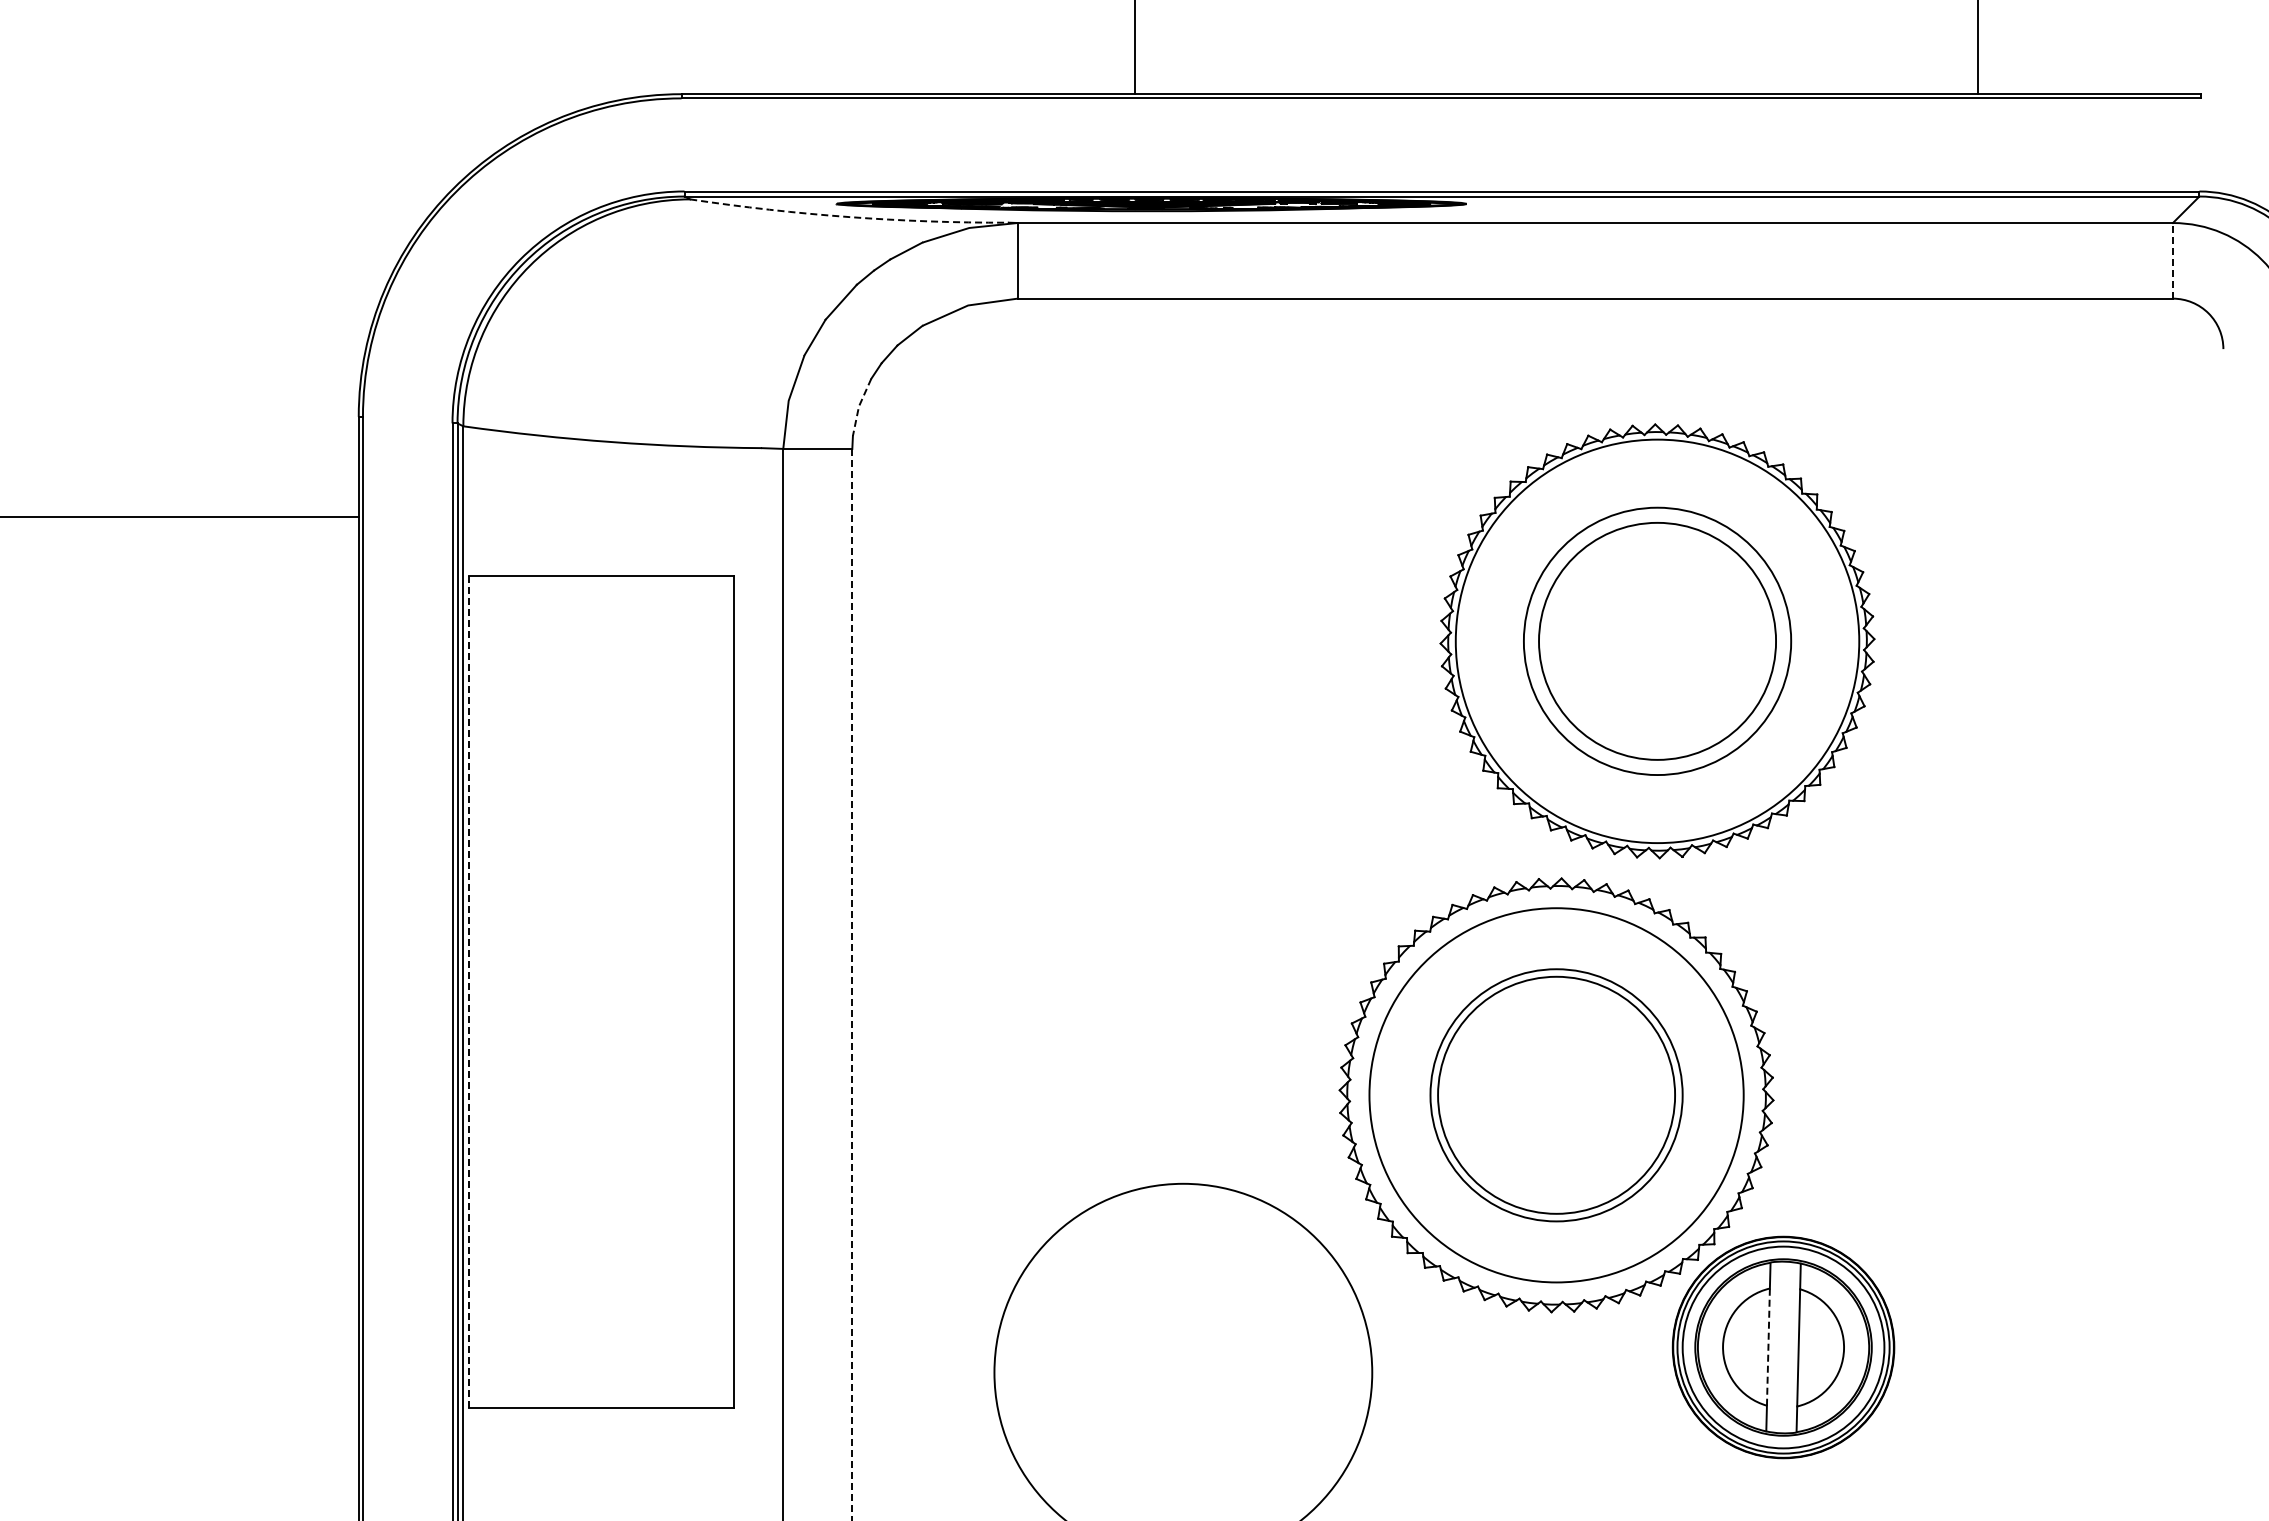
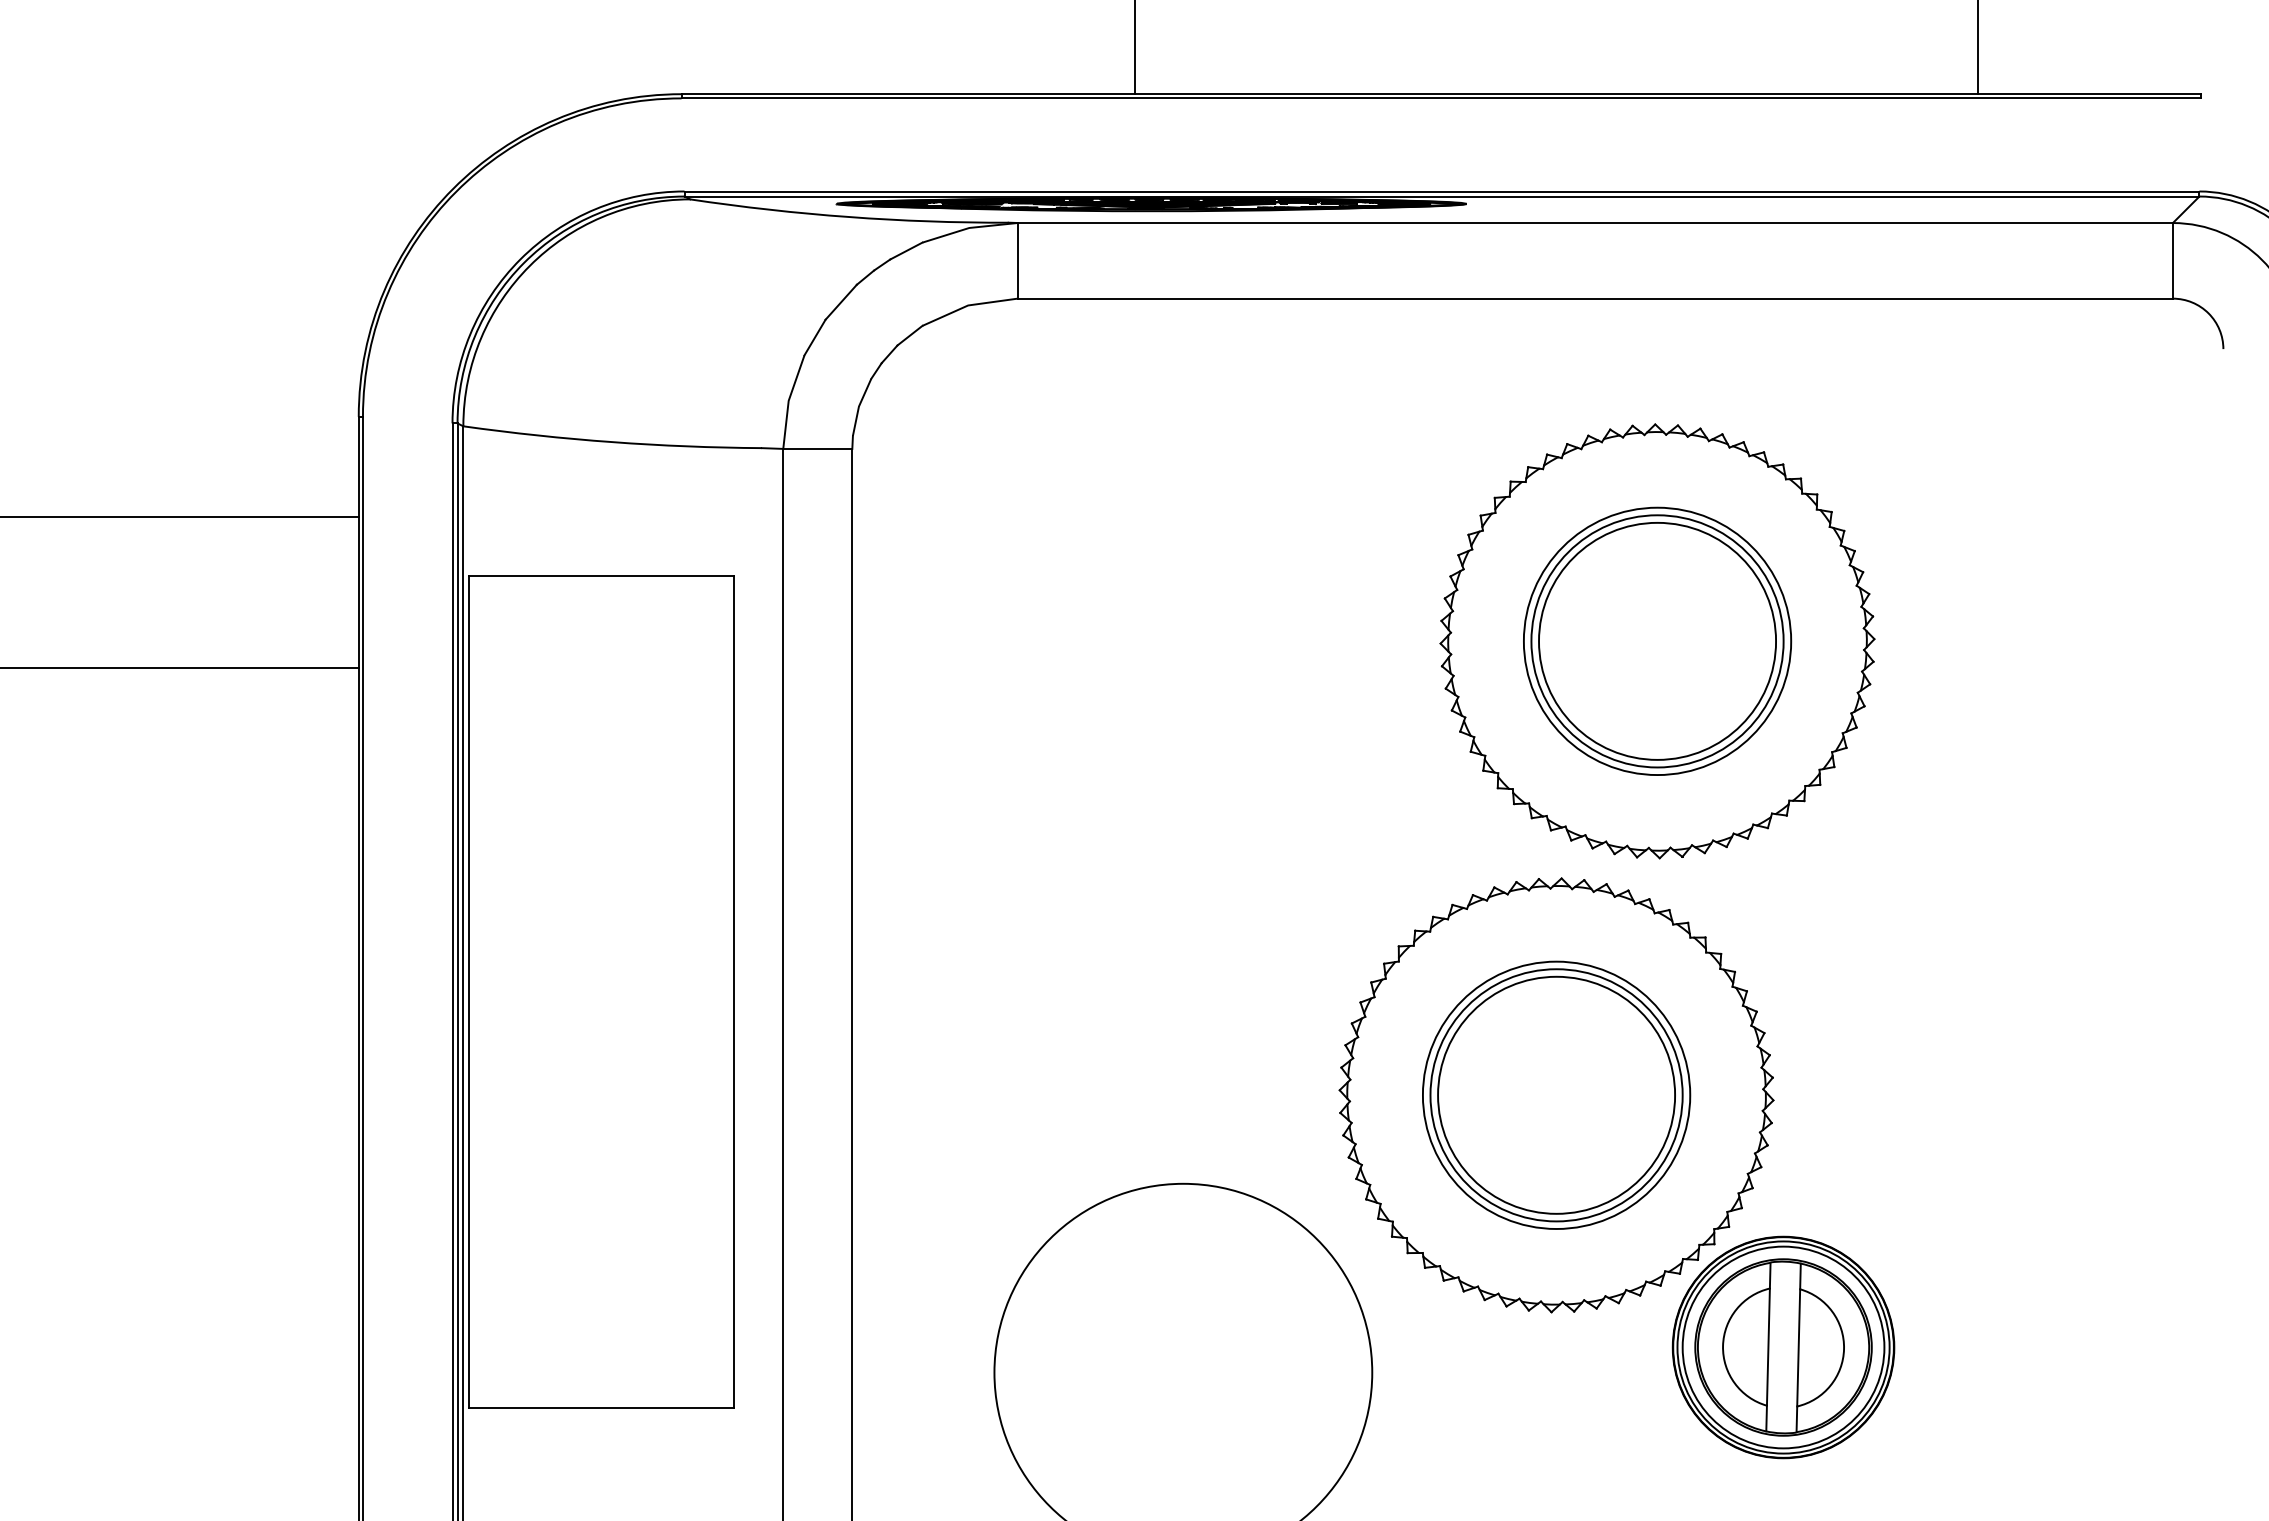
arc at (849, 217): dashed -> solid
line at (2172, 260): dashed -> solid
line at (858, 406): dashed -> solid
circle at (1657, 641) diameter: 403 px -> 252 px
line at (180, 667): none -> present
line at (852, 984): dashed -> solid
line at (468, 991): dashed -> solid
circle at (1556, 1095) diameter: 374 px -> 267 px
line at (1768, 1347): dashed -> solid
